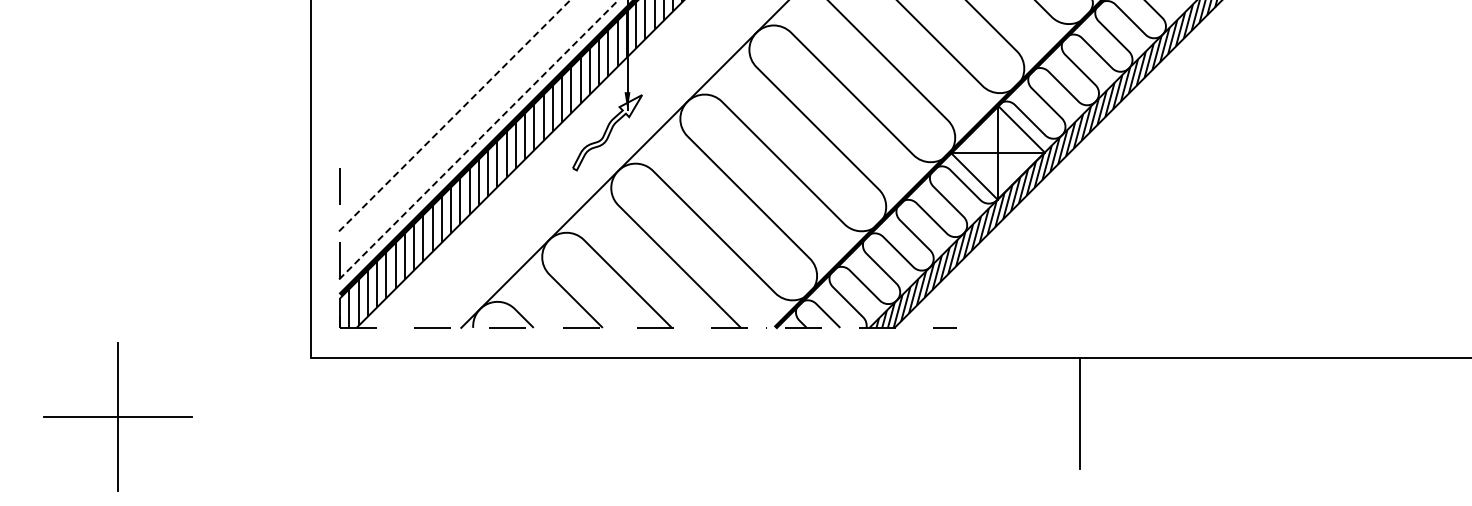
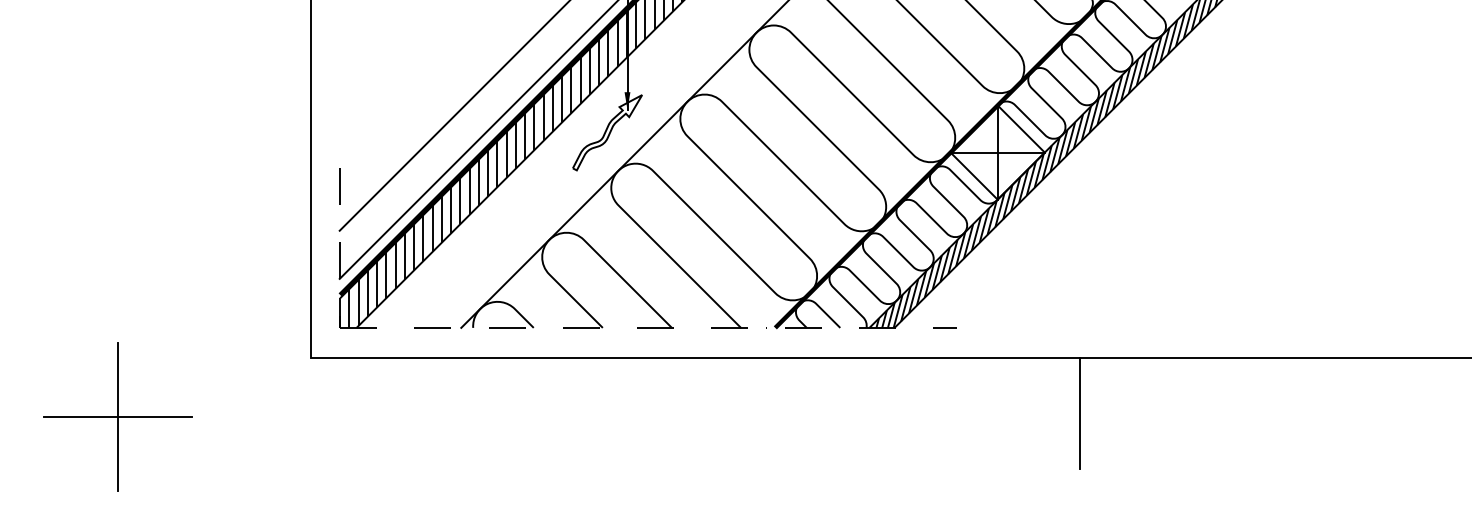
line at (454, 115): dashed -> solid
line at (478, 140): dashed -> solid
